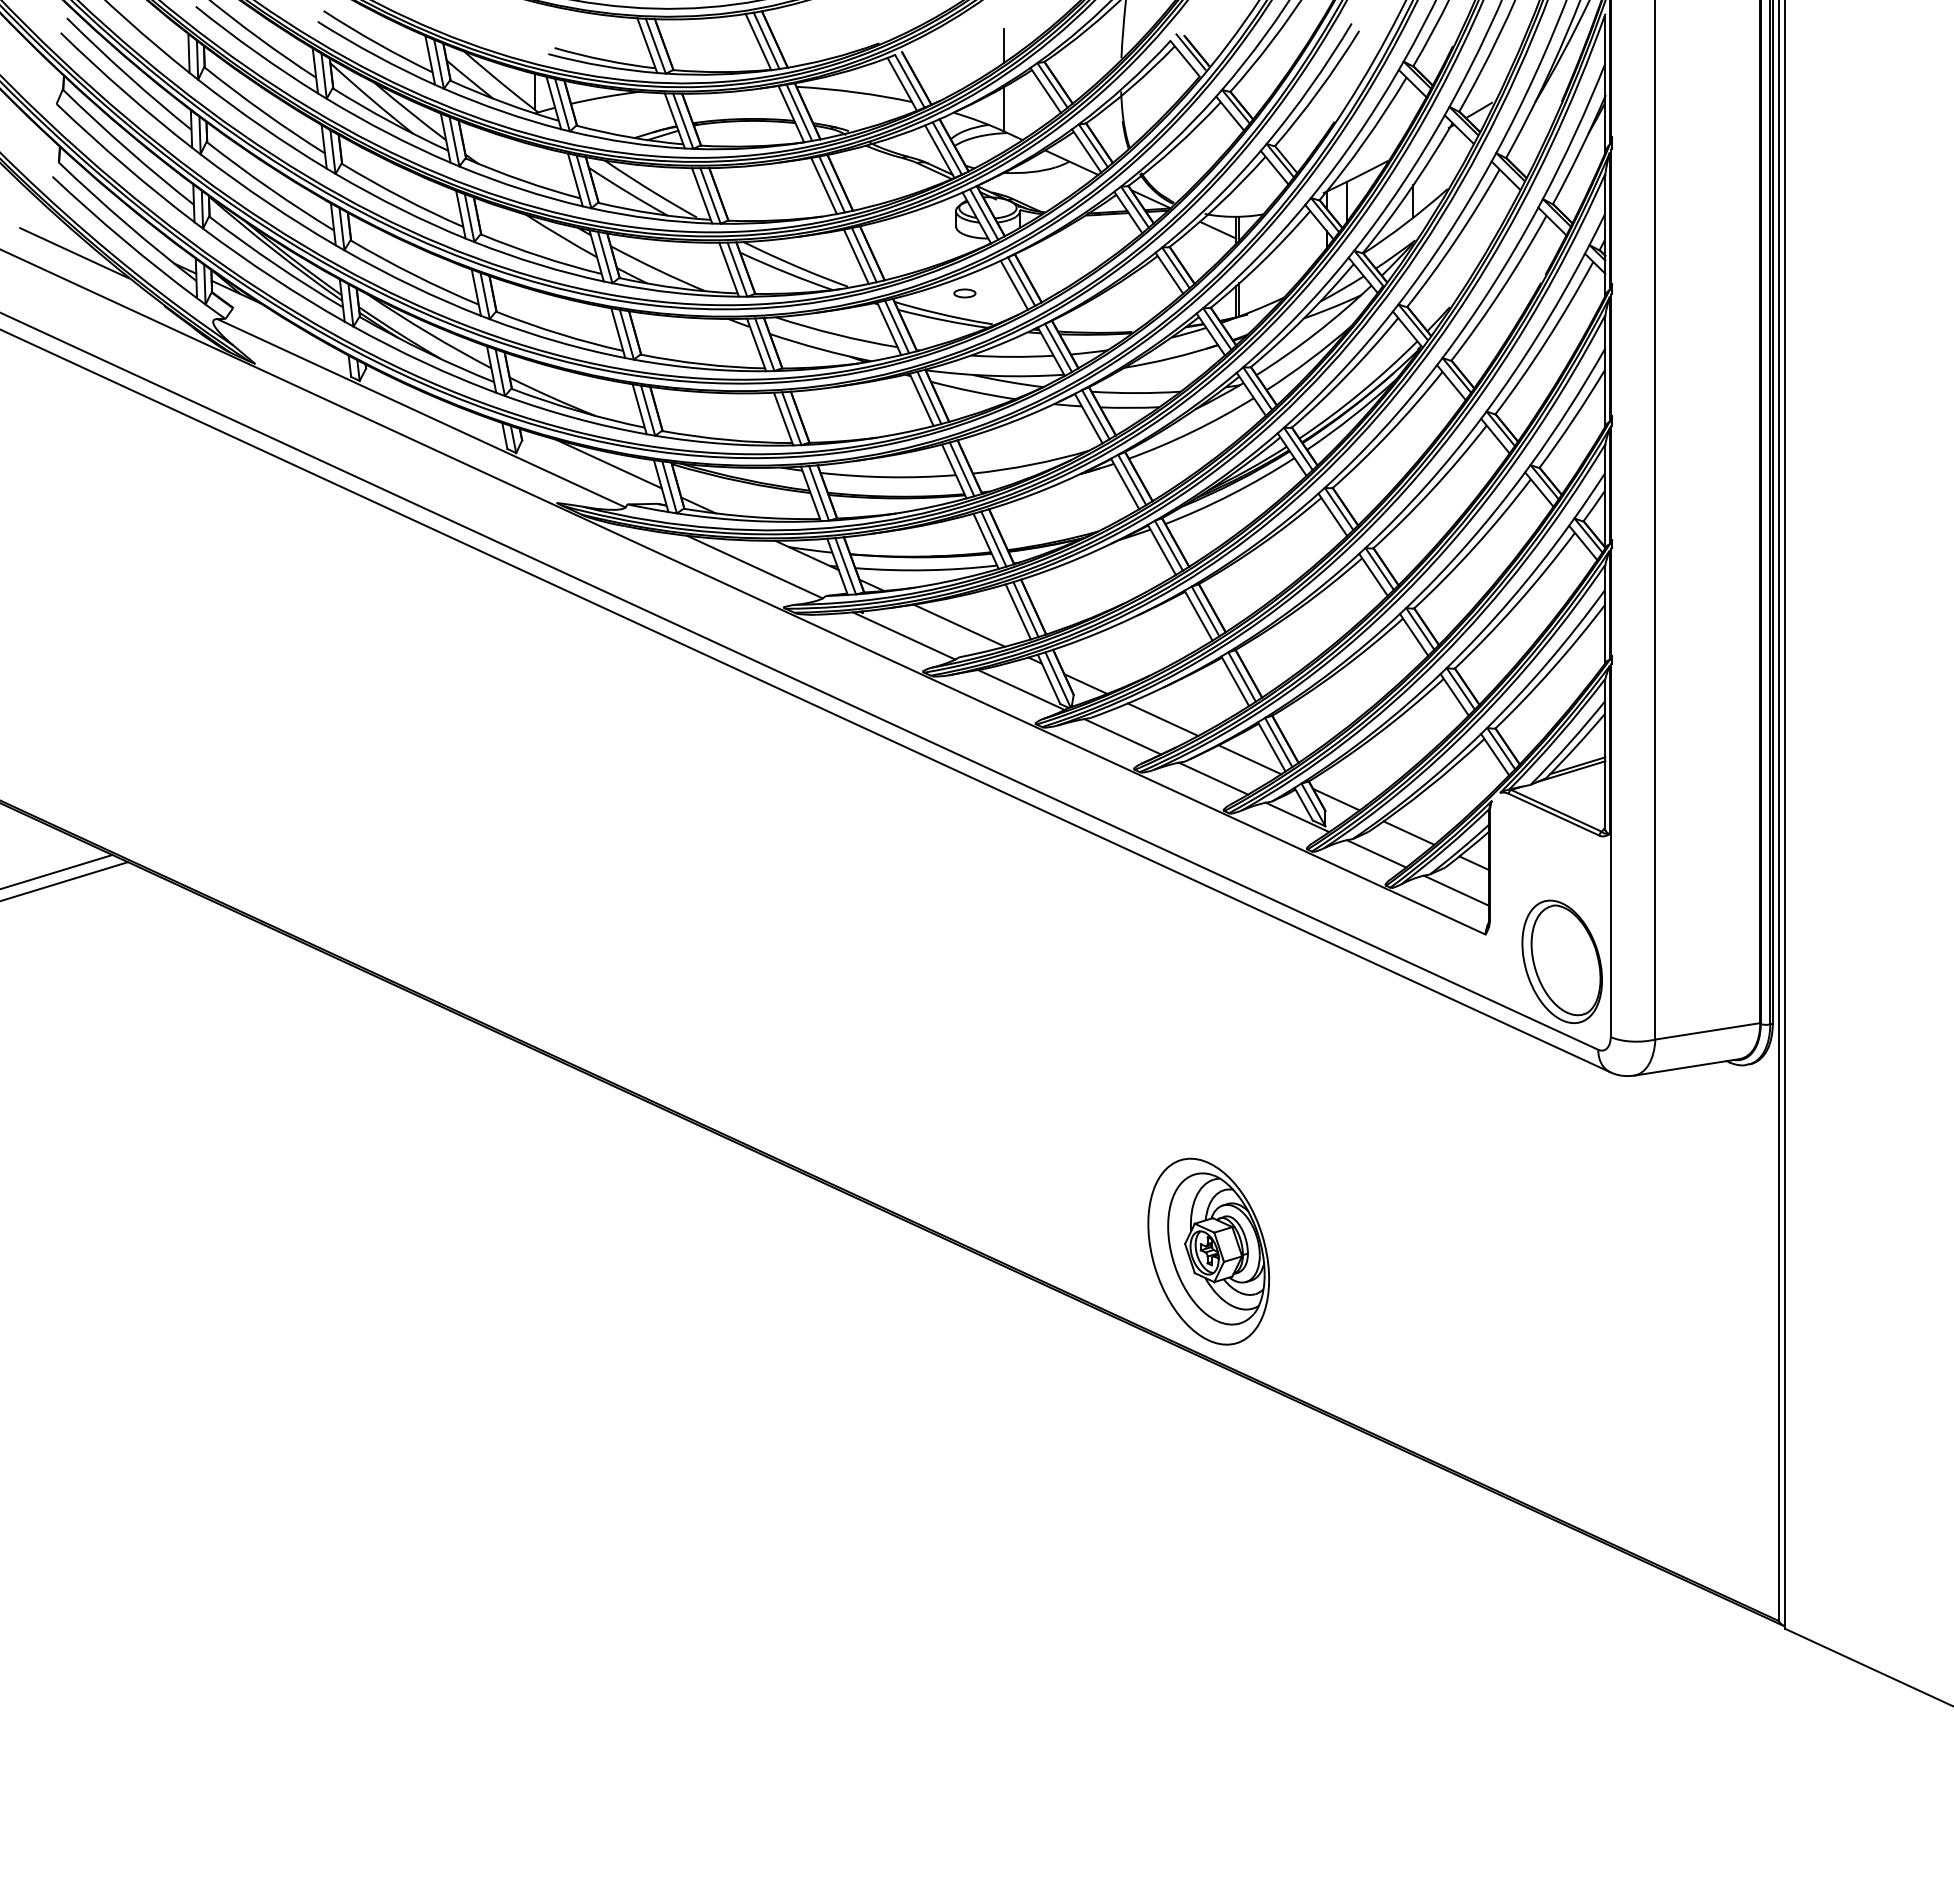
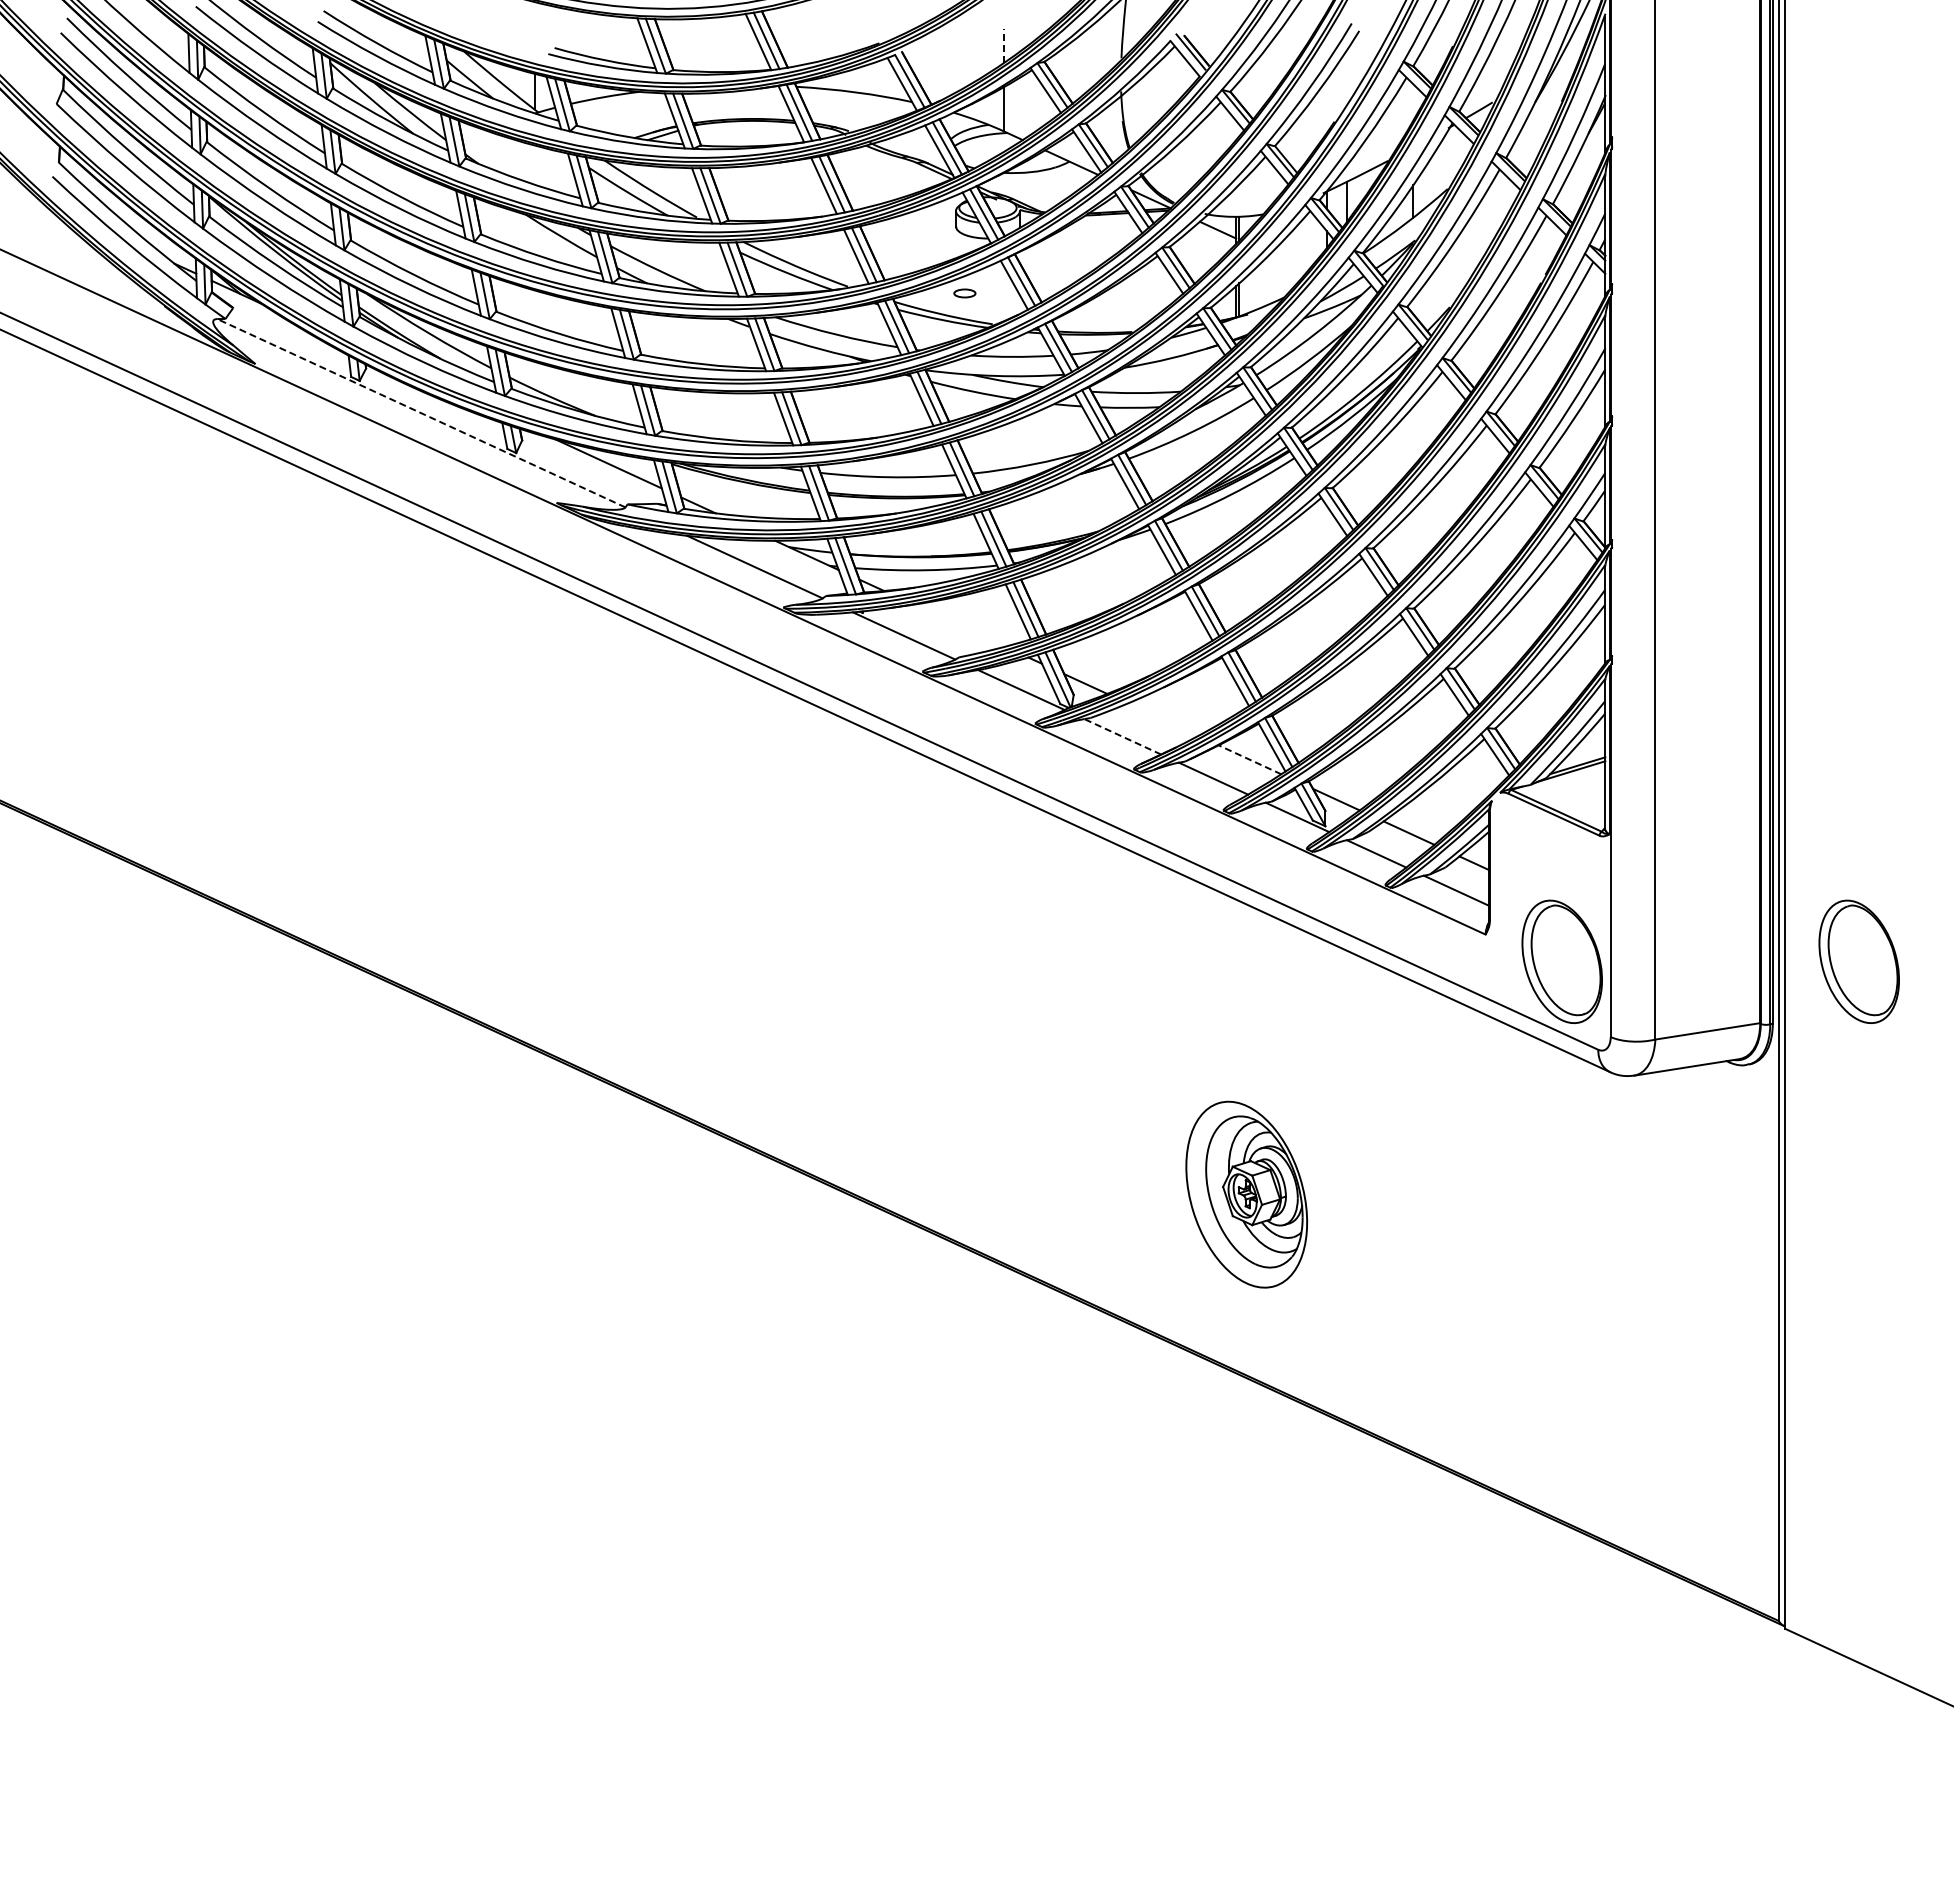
line at (1004, 45): solid -> dashed
line at (74, 253): present -> none
line at (421, 413): solid -> dashed
line at (959, 625): present -> none
line at (1162, 719): present -> none
line at (1122, 736): solid -> dashed
line at (1250, 759): solid -> dashed
line at (57, 871): present -> none
line at (65, 881): present -> none
part at (1858, 961): none -> present
part at (1208, 1251) position: (1208, 1251) -> (1246, 1194)
